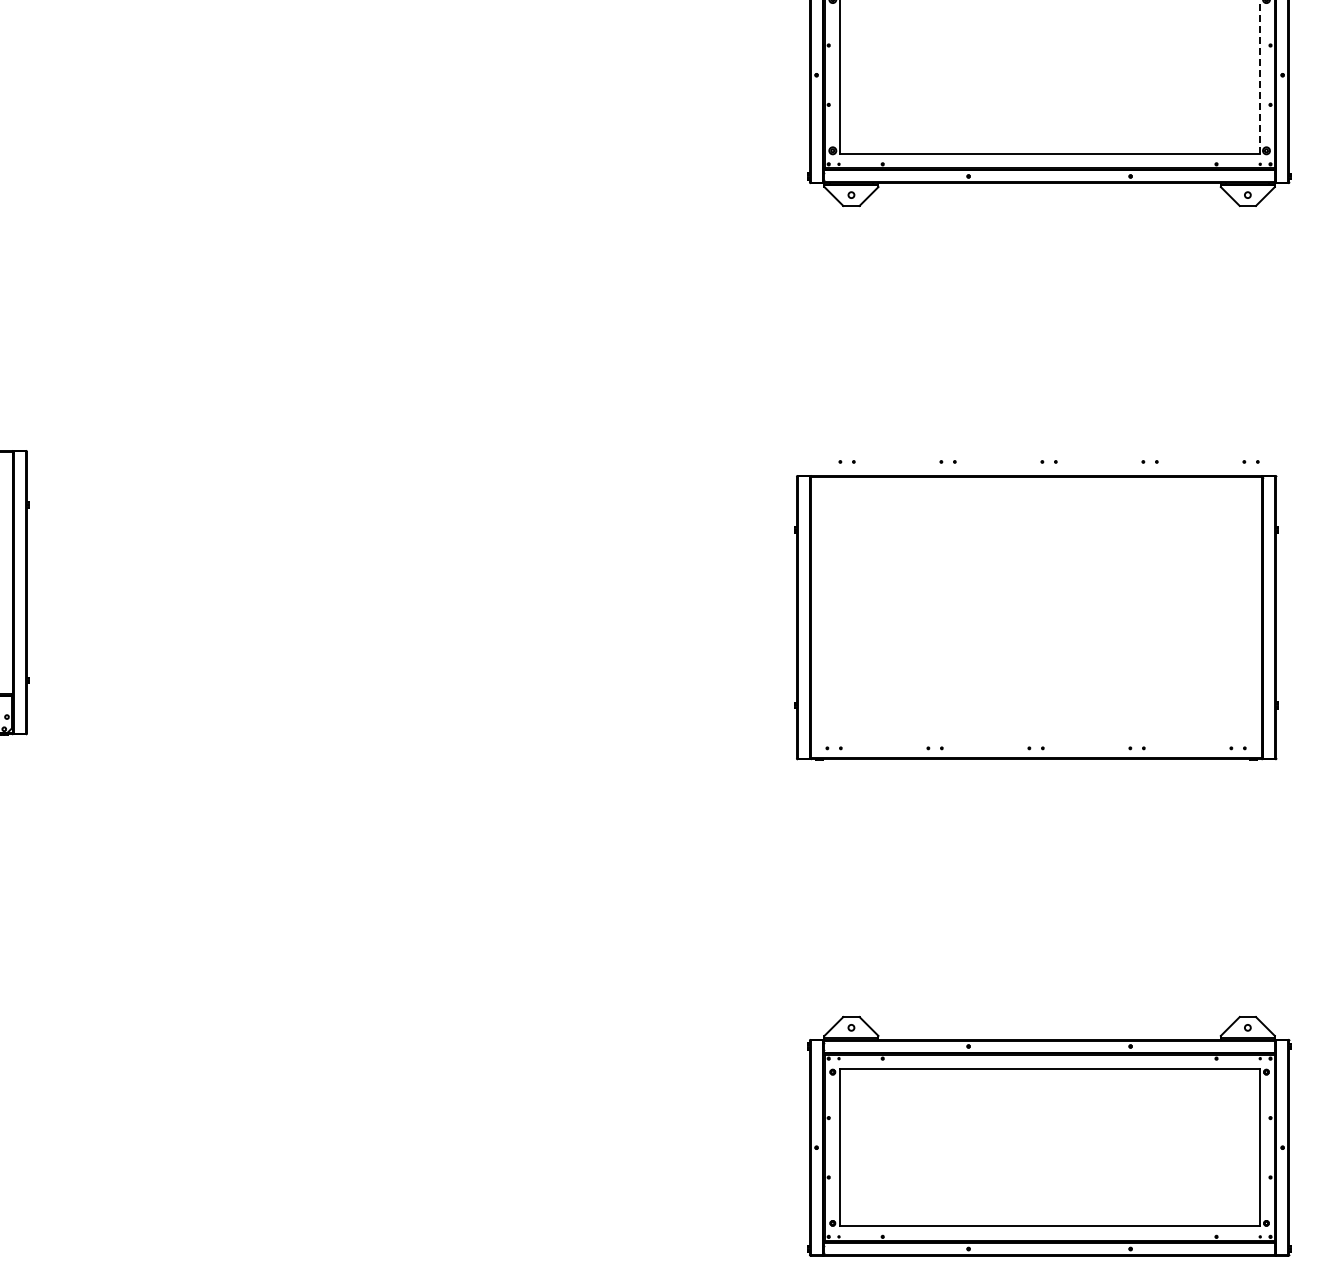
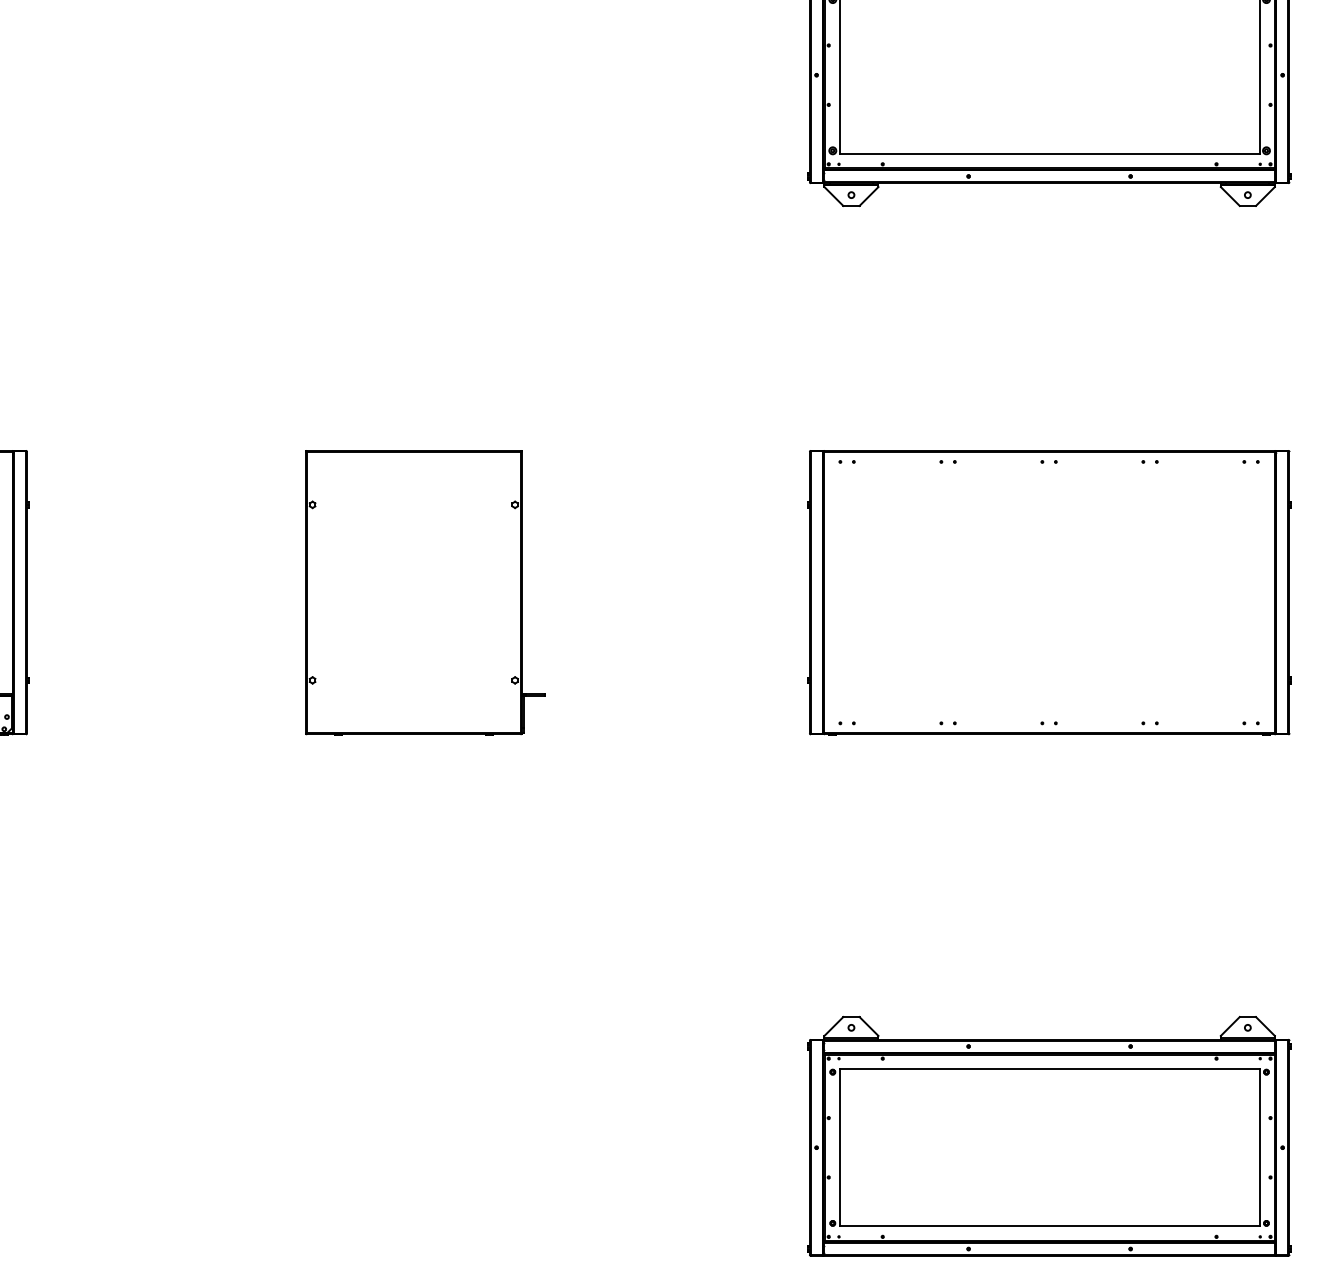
line at (1259, 76): dashed -> solid
part at (425, 592): none -> present
part at (1036, 617) position: (1036, 617) -> (1049, 592)
